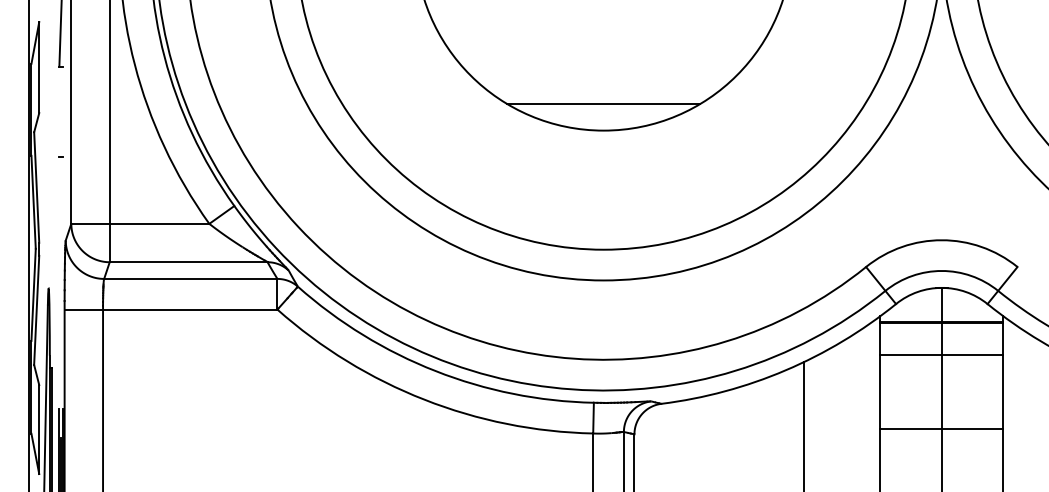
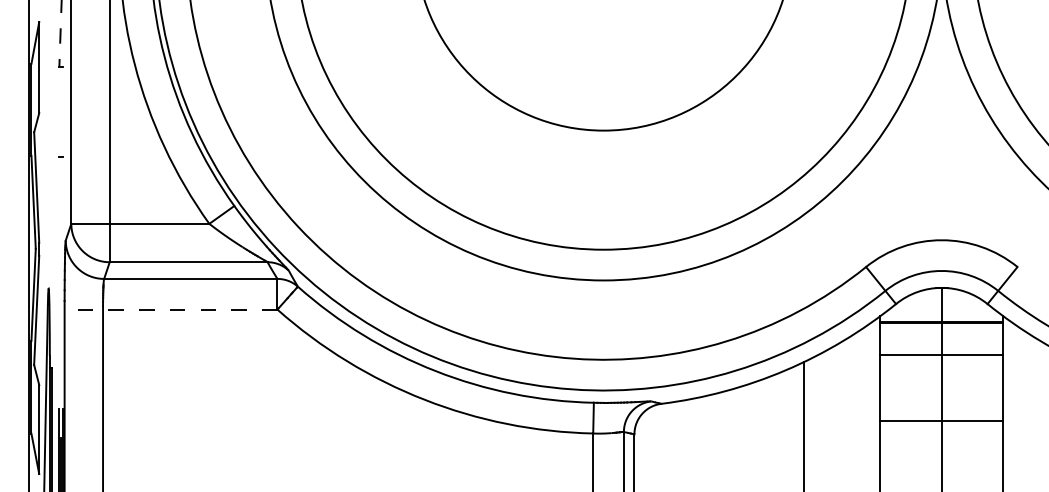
line at (60, 33): solid -> dashed
line at (603, 103): present -> none
line at (170, 309): solid -> dashed
line at (941, 429) position: (941, 429) -> (941, 421)
